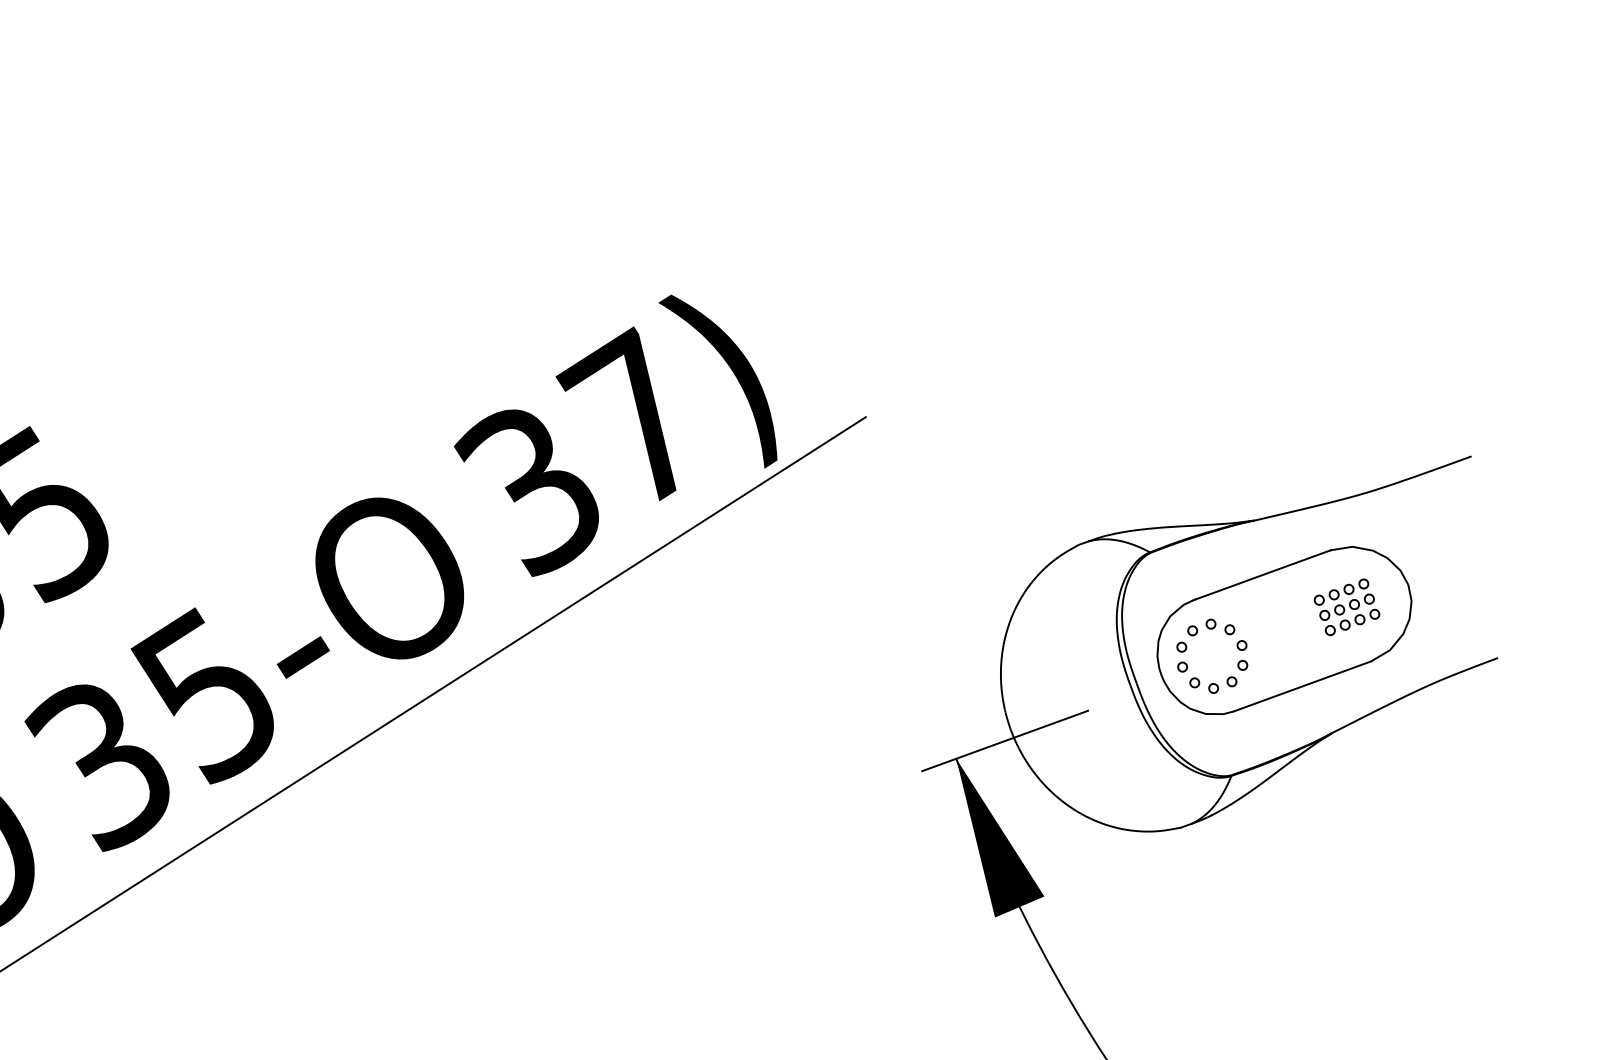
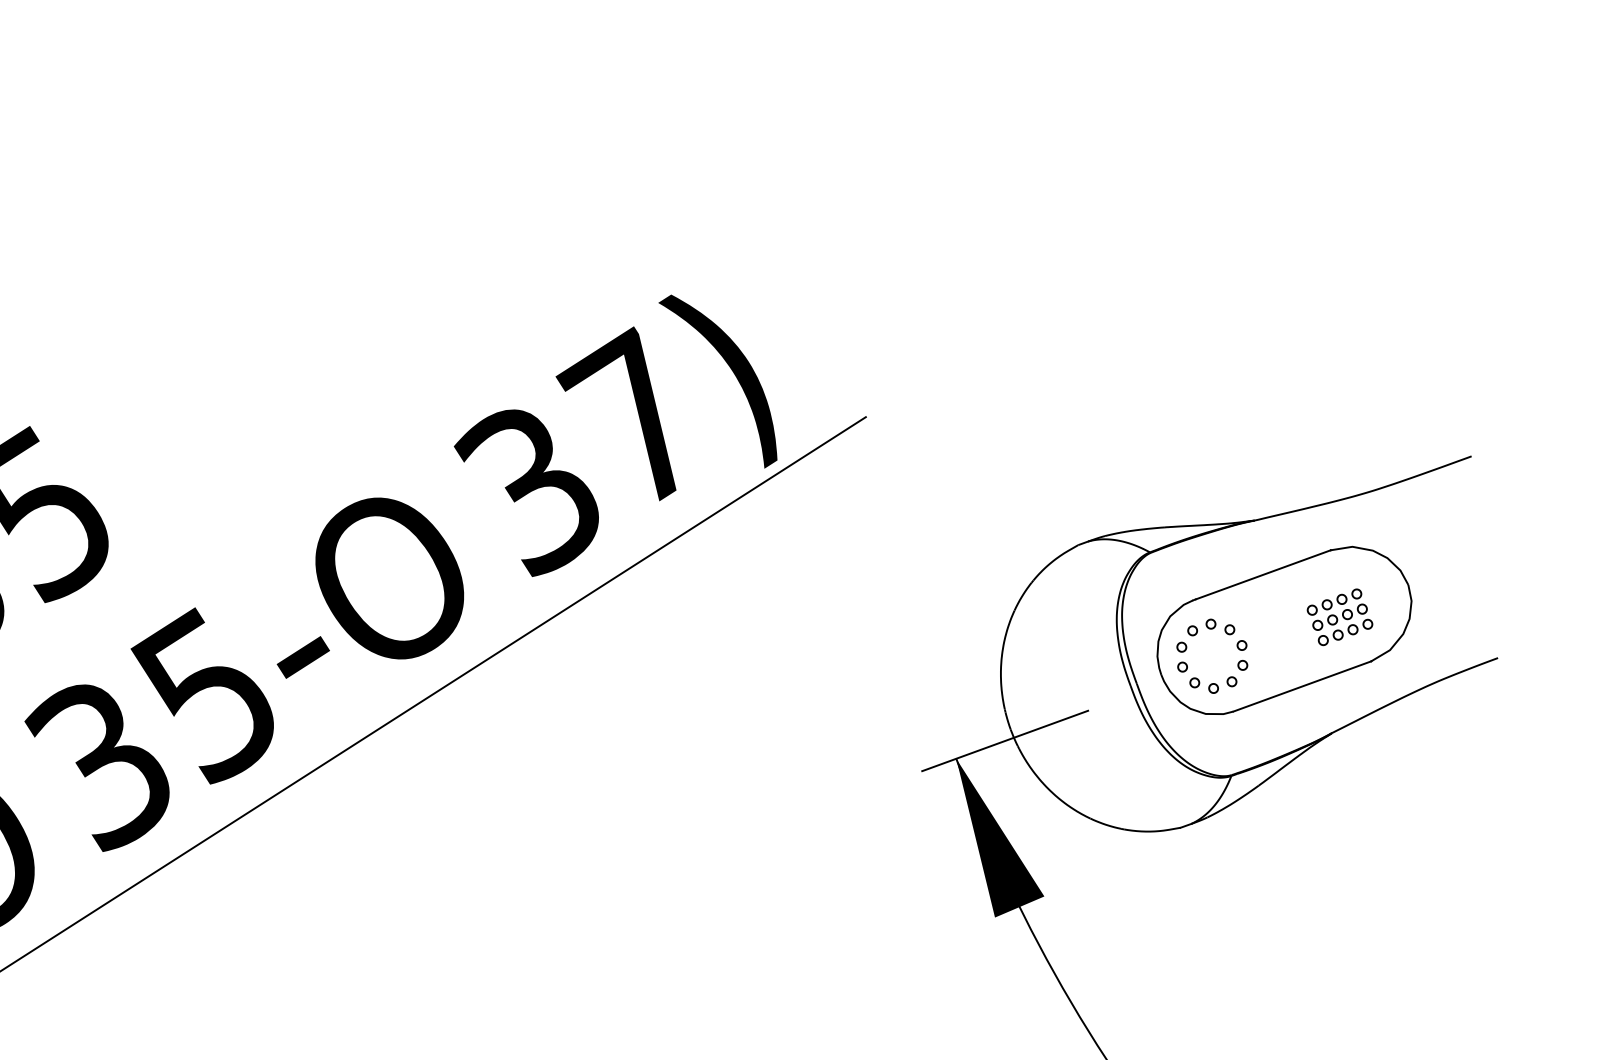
part at (1346, 607) position: (1346, 607) -> (1339, 617)
